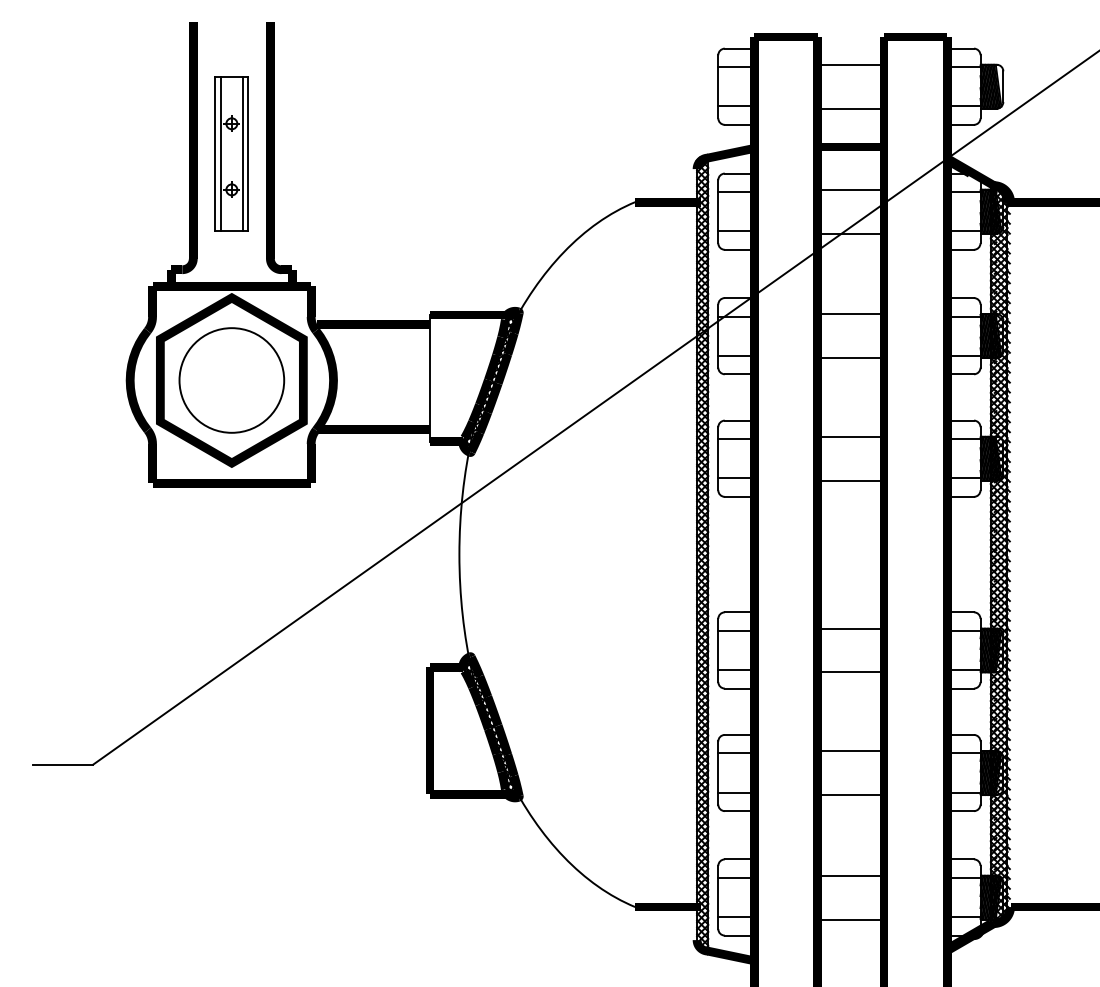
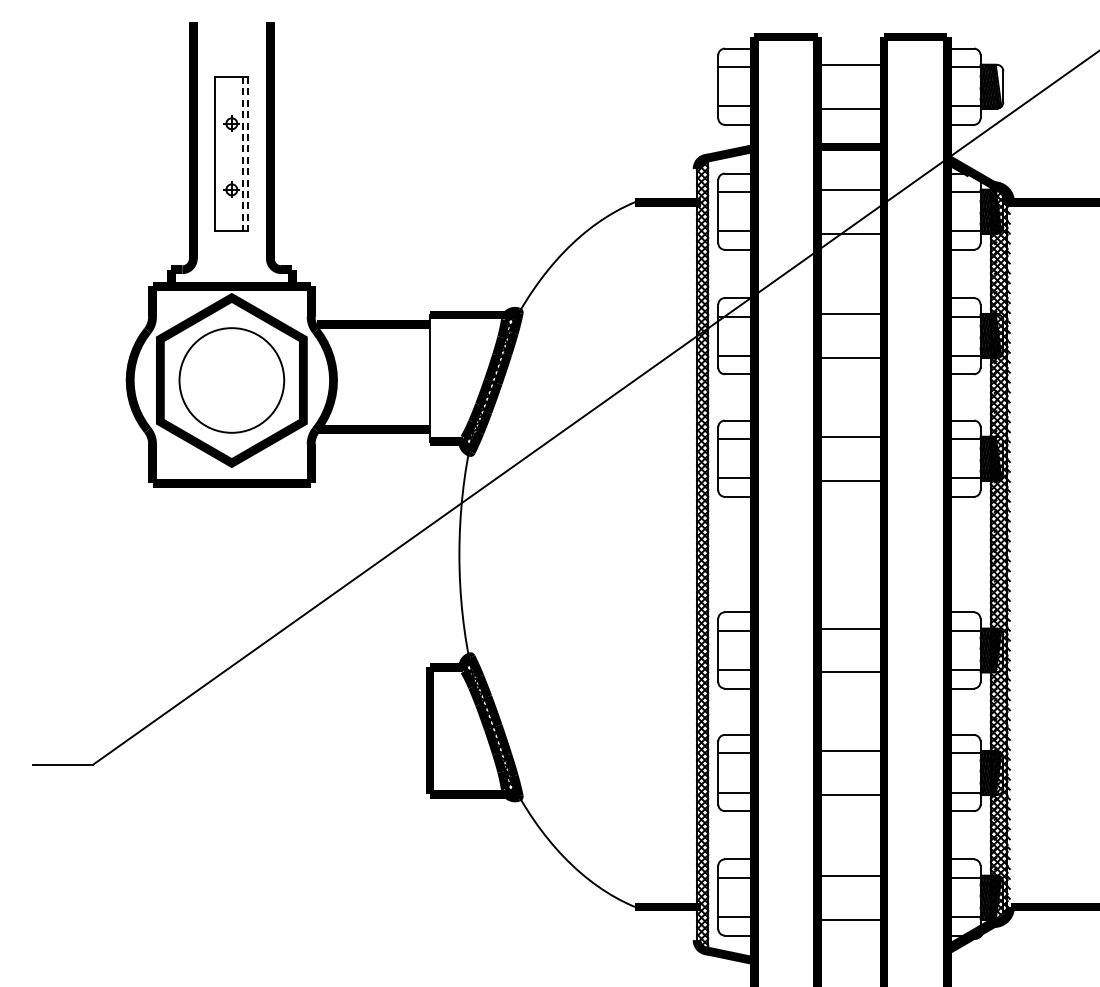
line at (220, 153): present -> none
line at (242, 154): solid -> dashed
line at (248, 154): solid -> dashed
